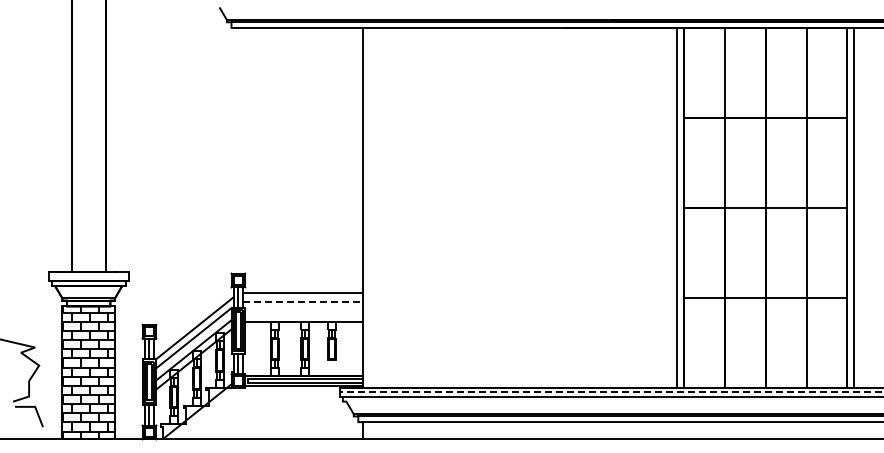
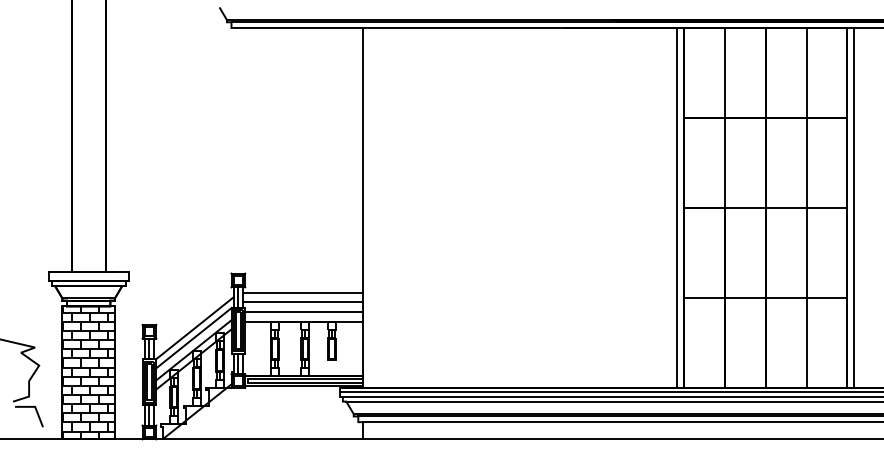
line at (302, 302): dashed -> solid
line at (303, 312): none -> present
line at (611, 392): dashed -> solid
line at (613, 401): none -> present
